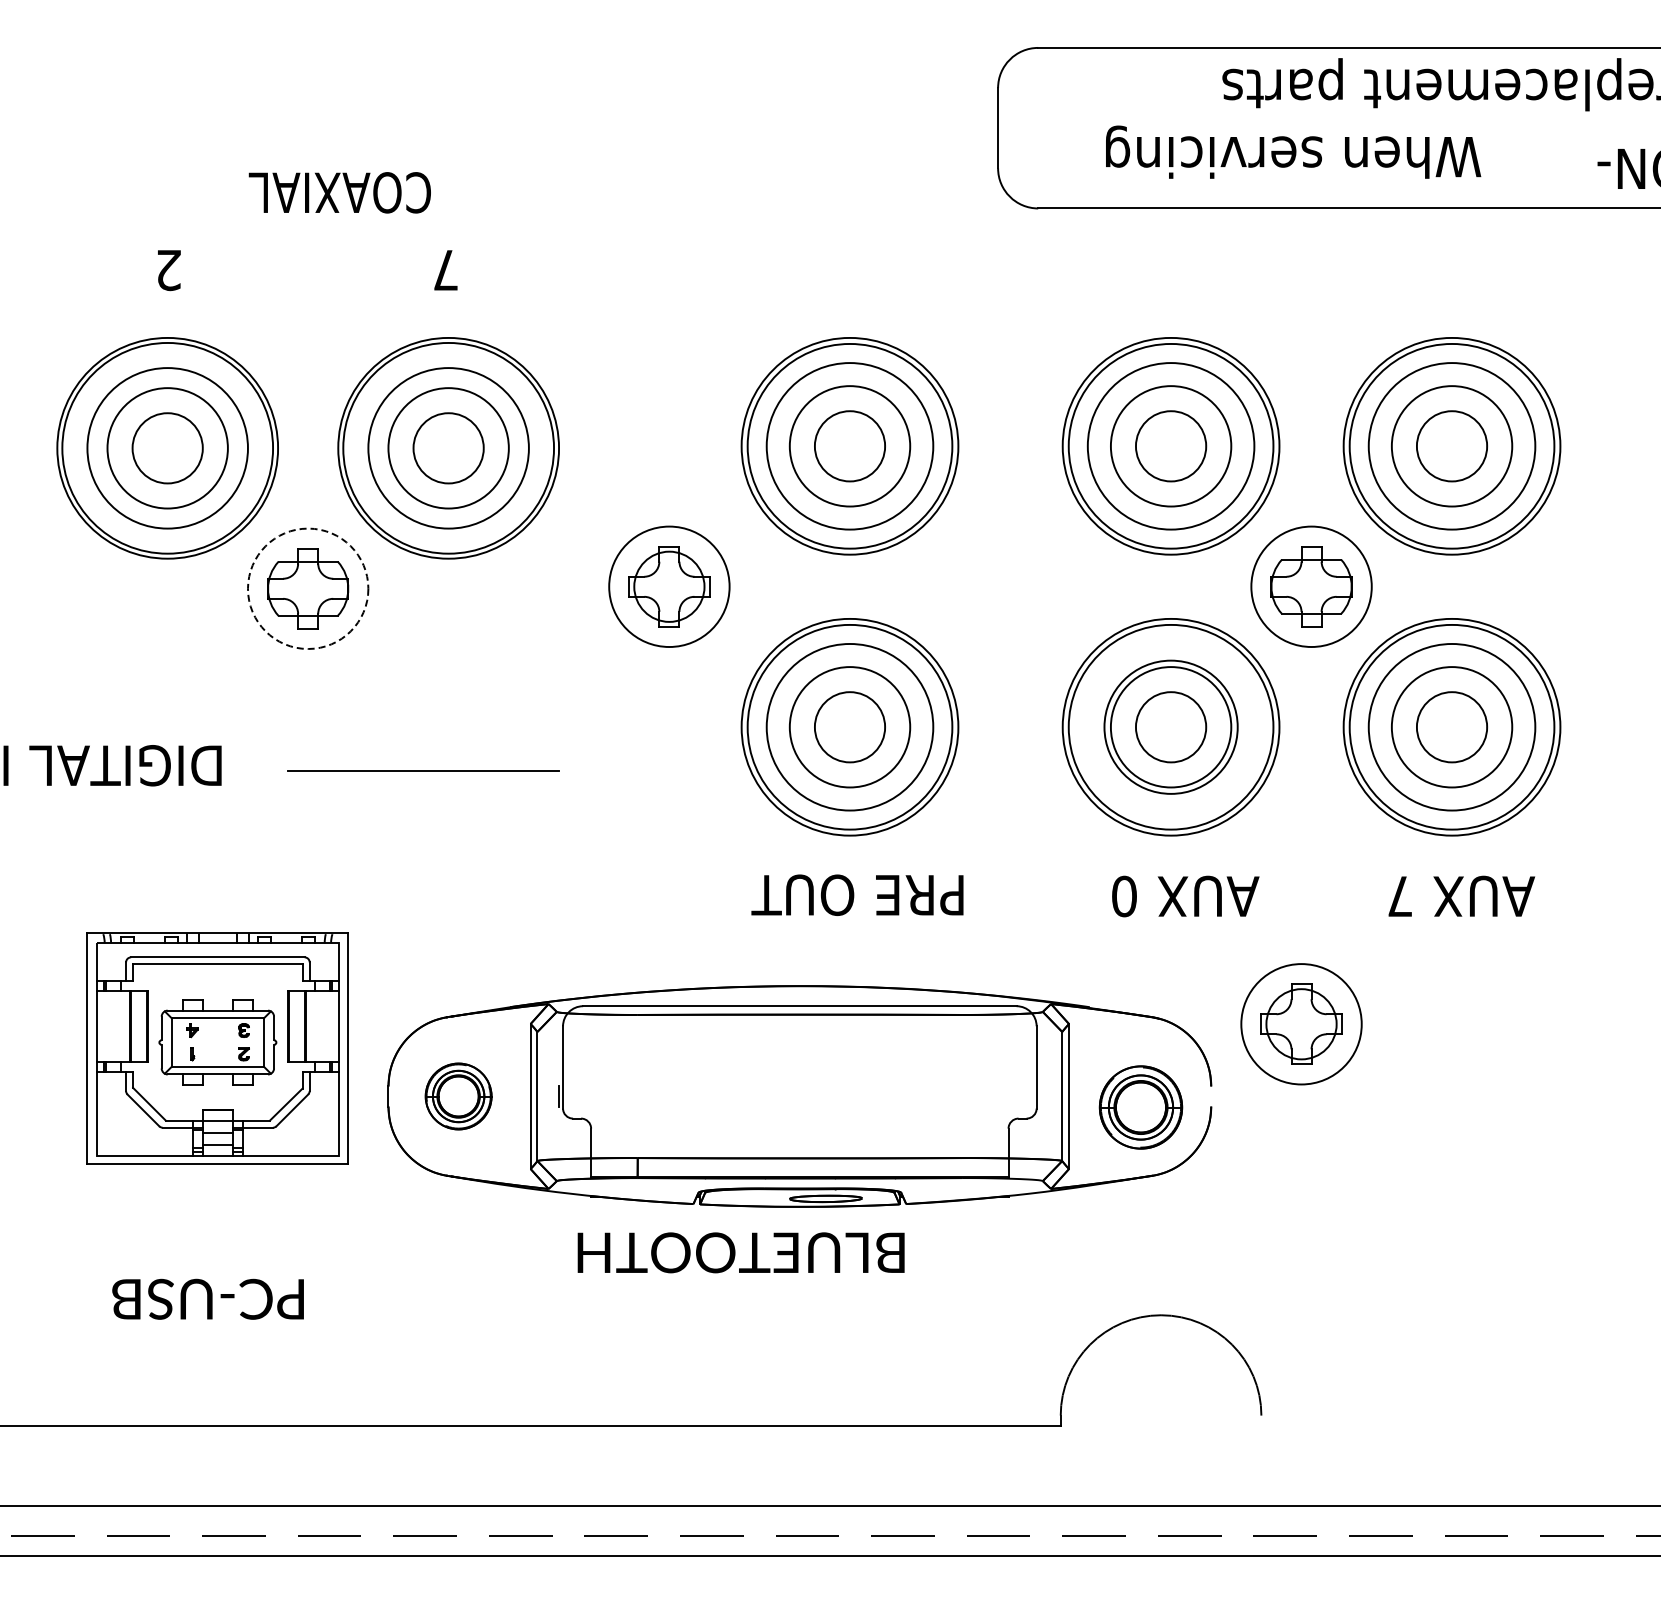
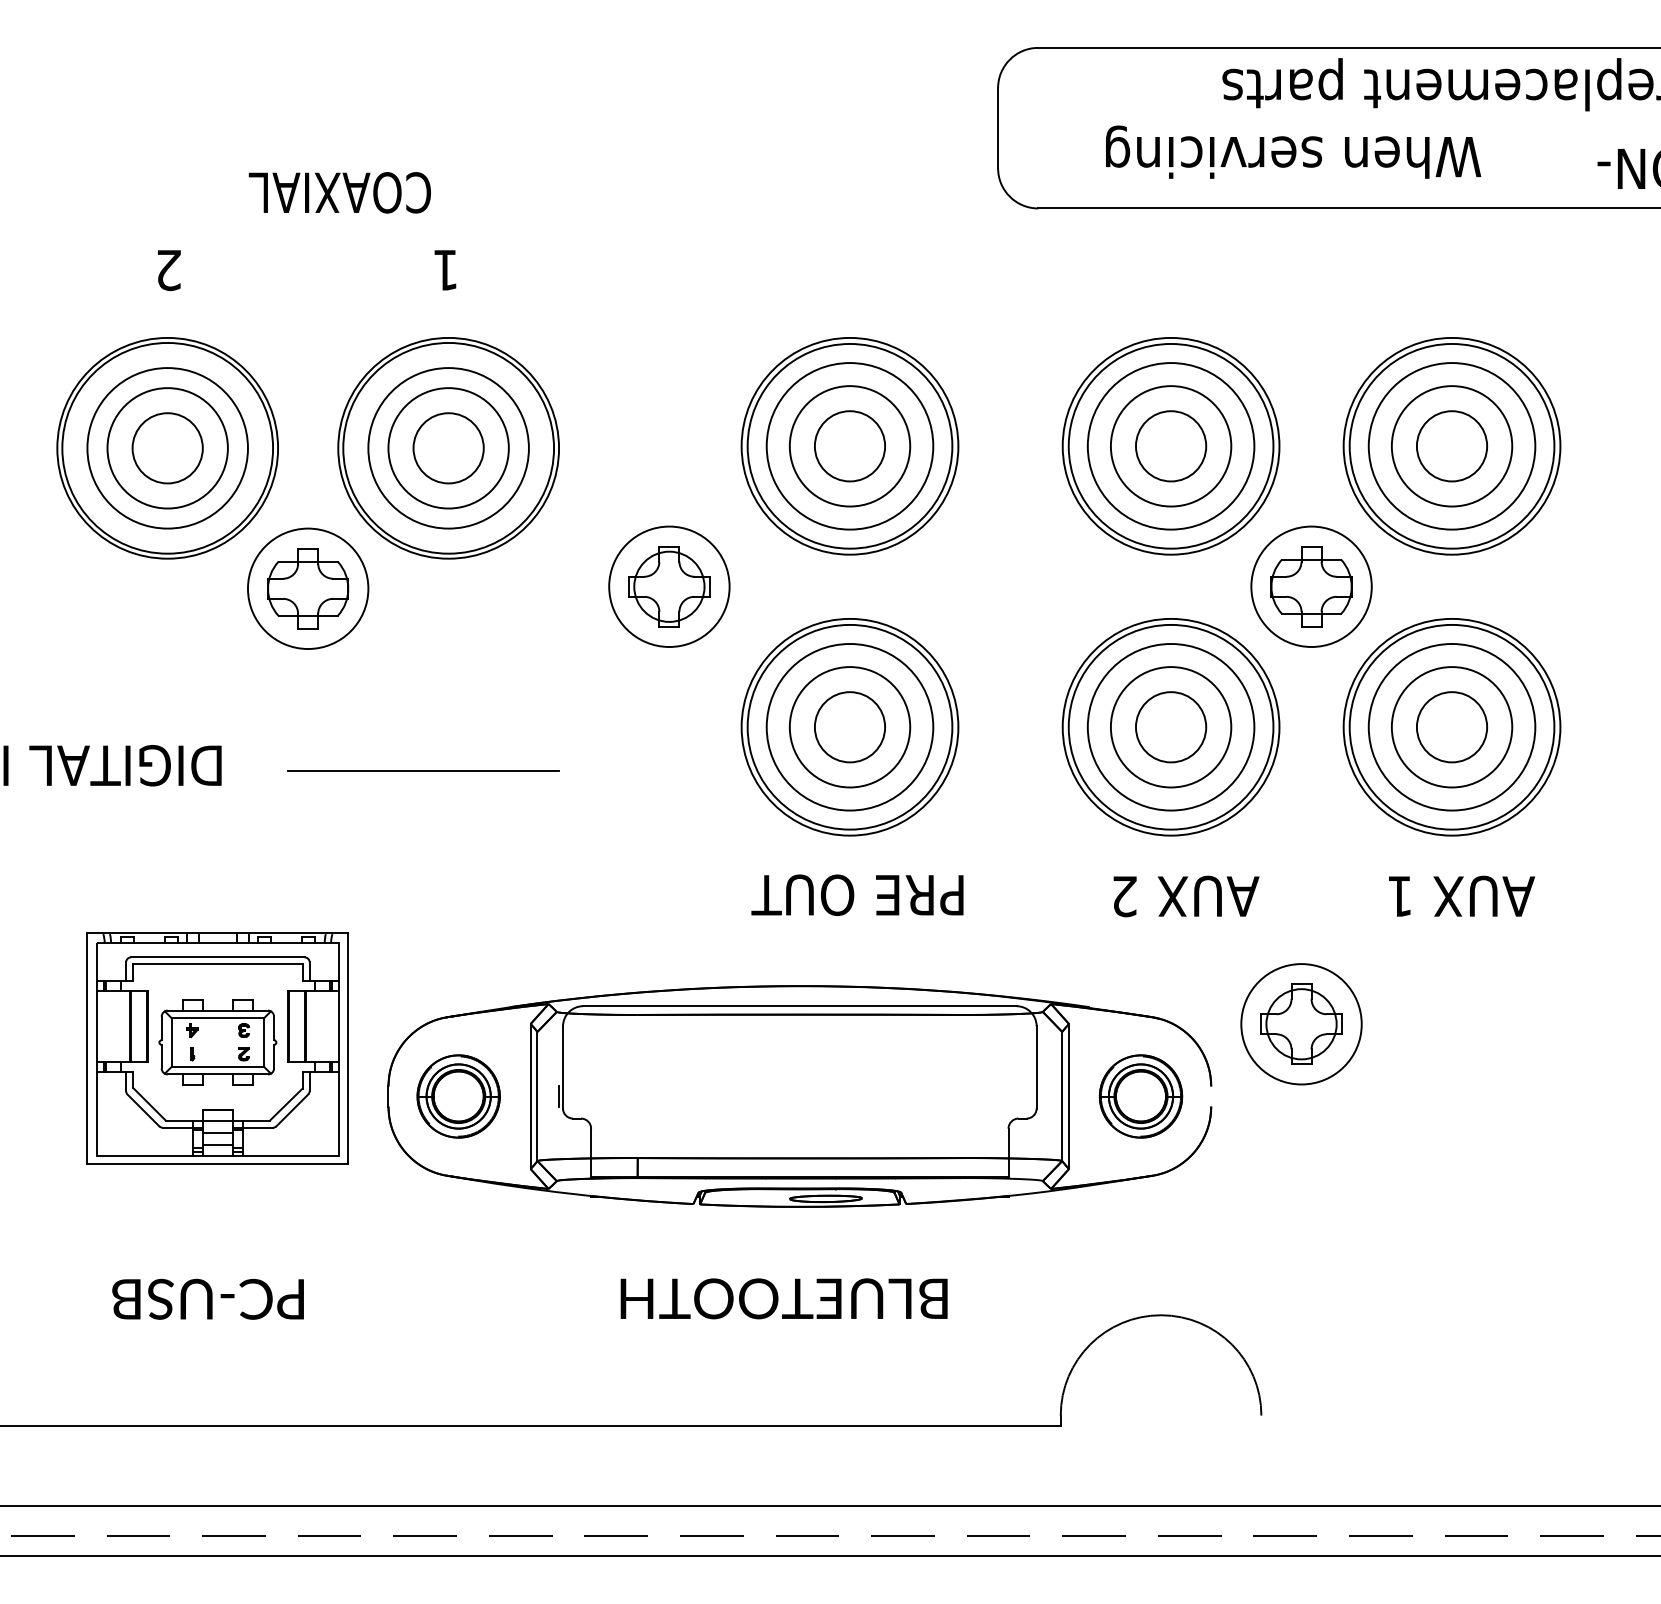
text at (445, 270): 7 -> 1
circle at (307, 588): dashed -> solid
circle at (1170, 726) diameter: 133 px -> 167 px
text at (1124, 896): 0 -> 2
text at (1399, 896): 7 -> 1
part at (458, 1096) size: 69x69 px -> 85x85 px
part at (1140, 1107) position: (1140, 1107) -> (1140, 1096)
text at (740, 1252) position: (740, 1252) -> (783, 1298)
